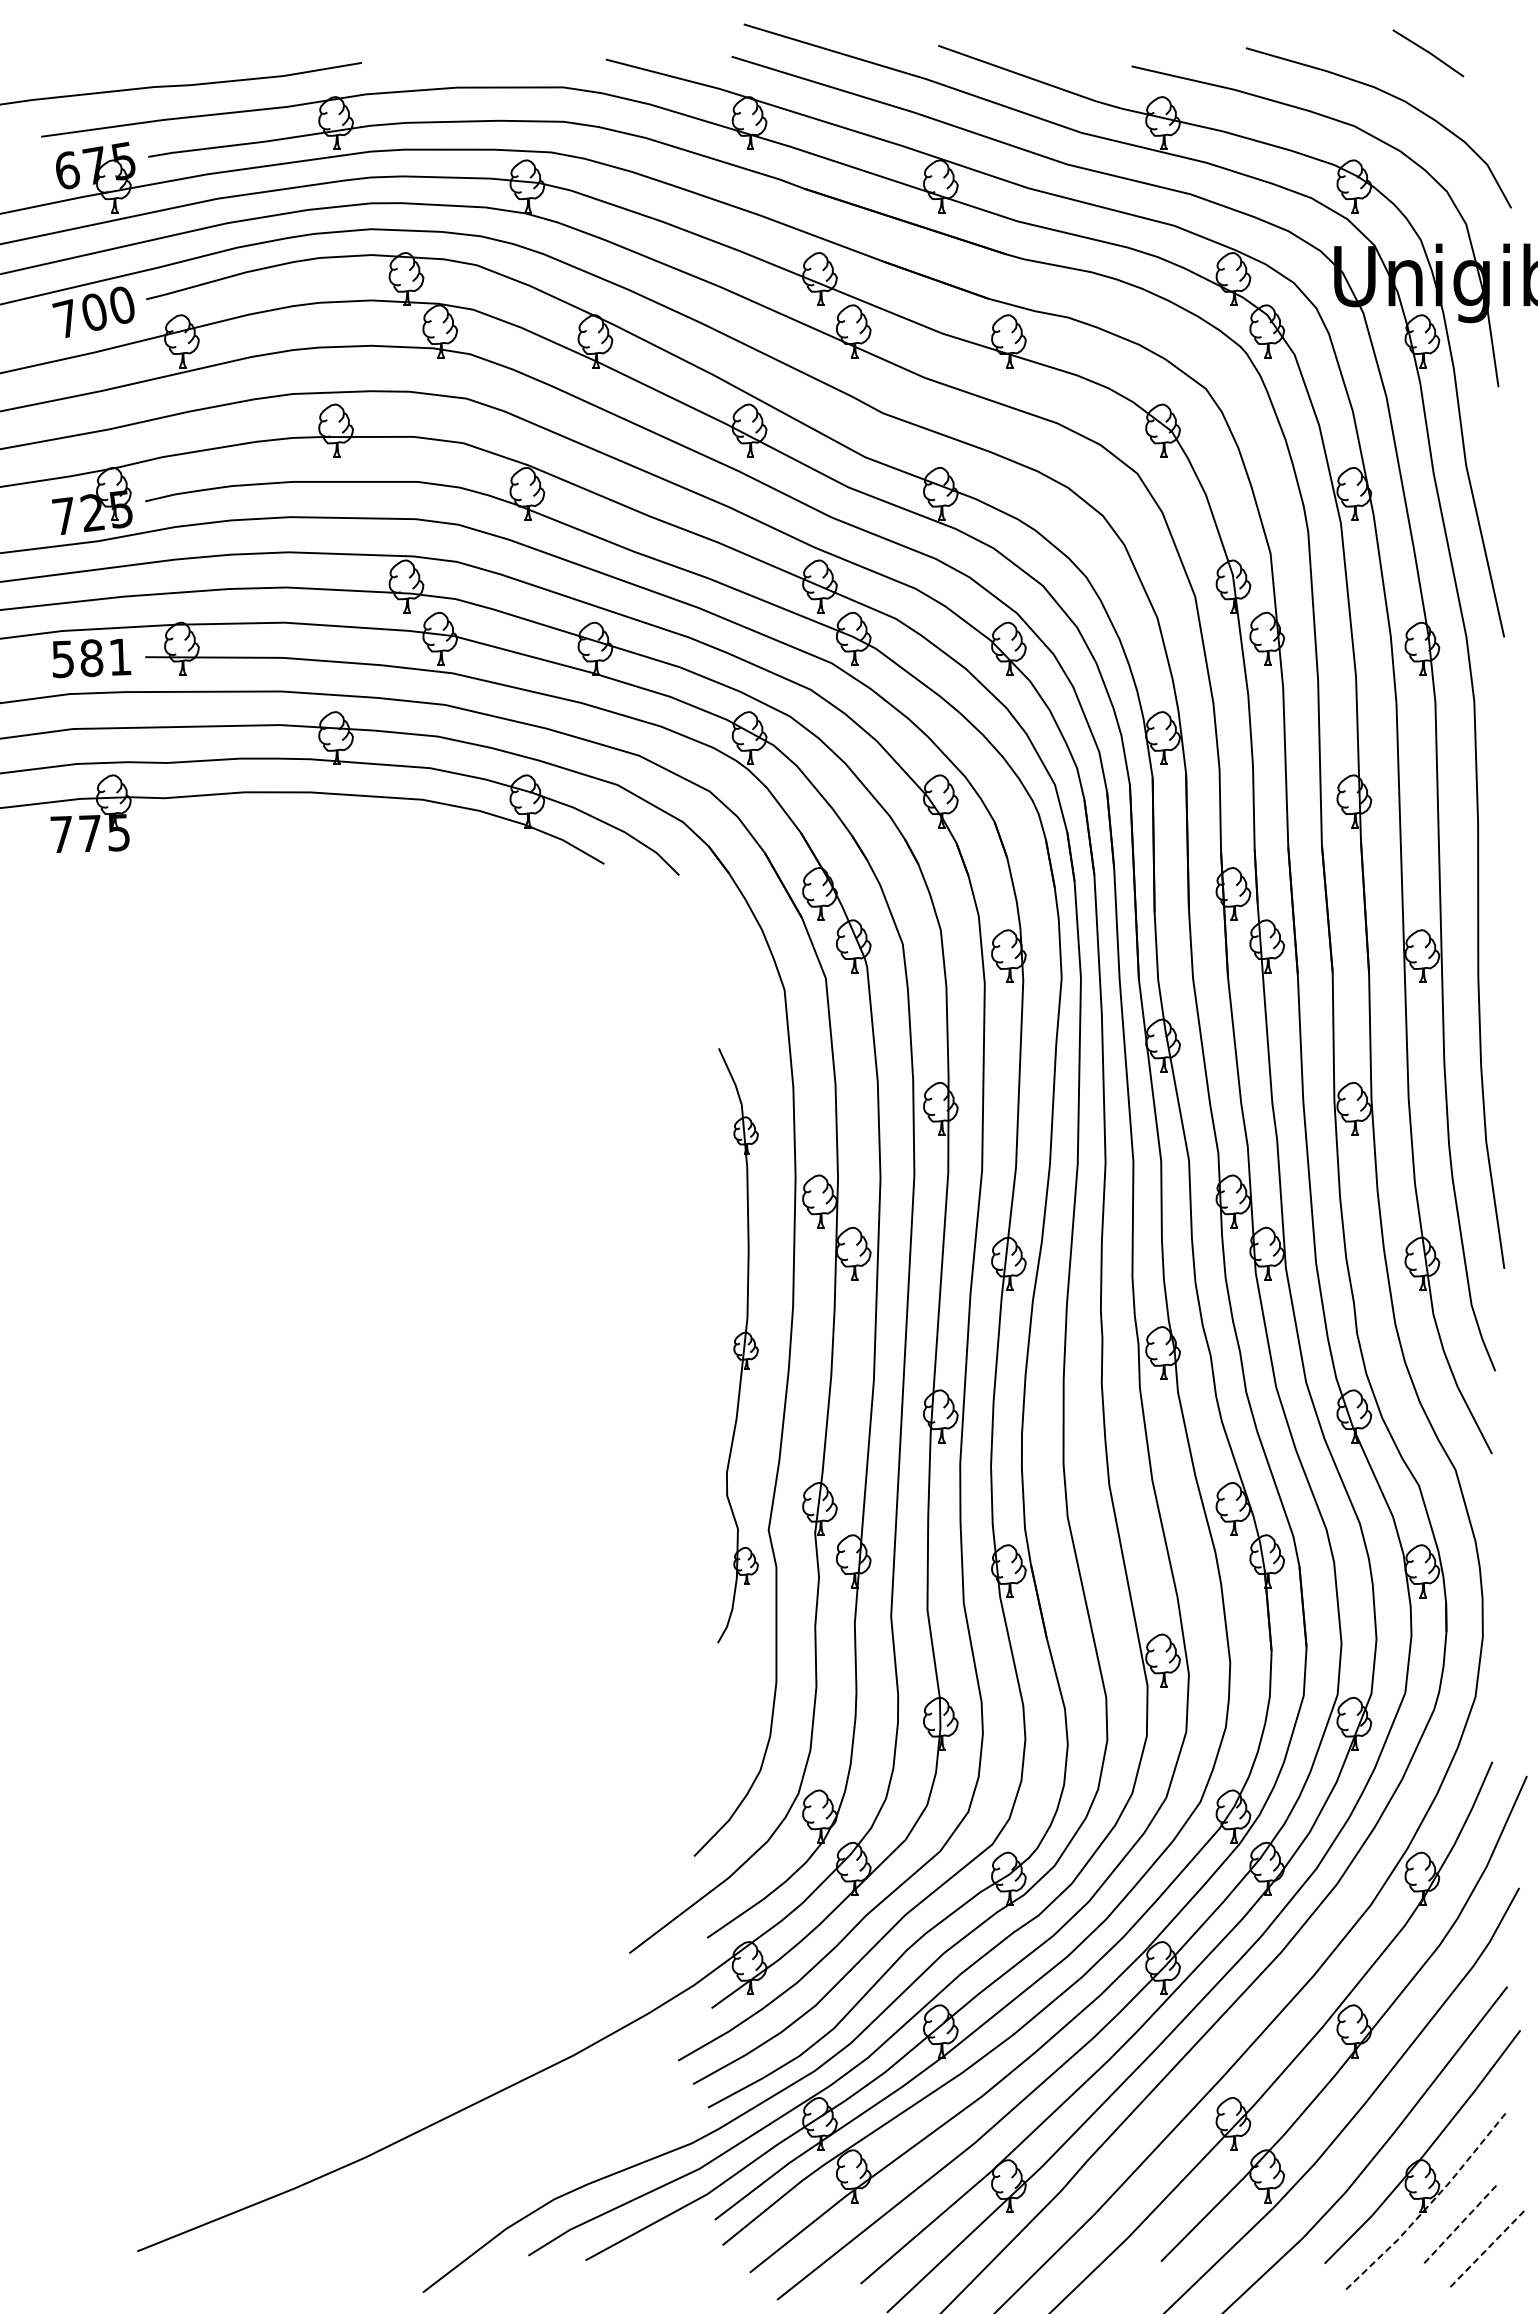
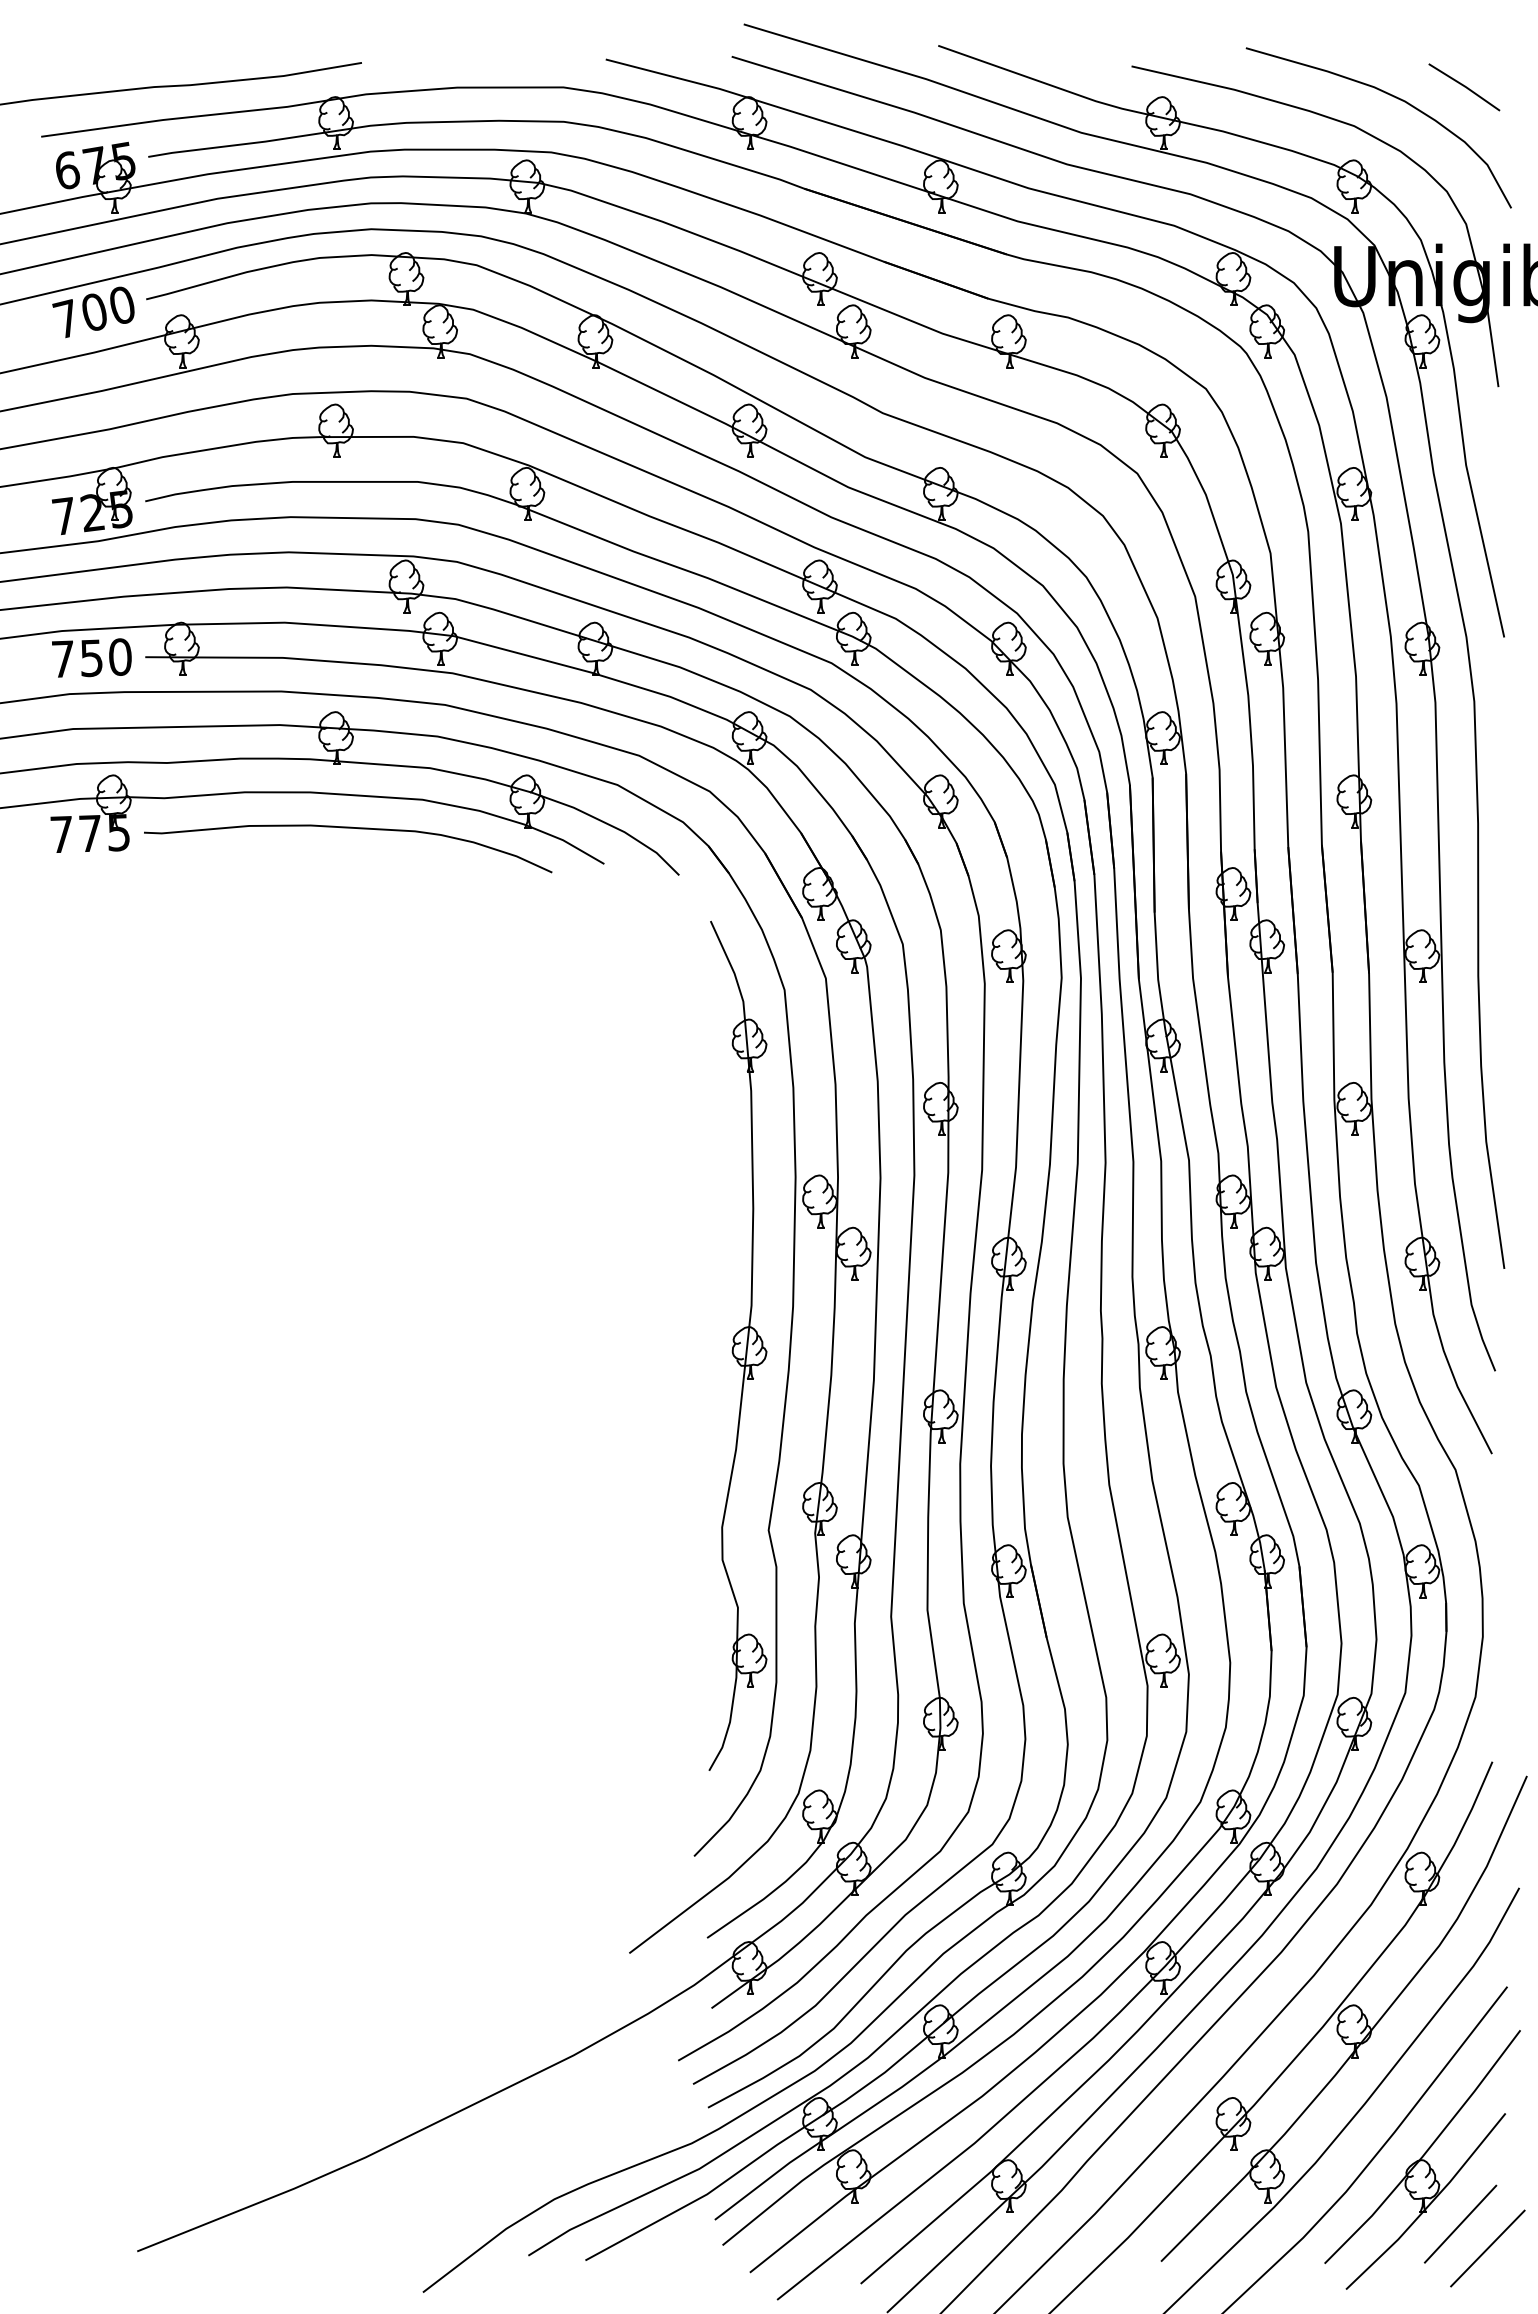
line at (1428, 53) position: (1428, 53) -> (1464, 87)
text at (91, 658): 581 -> 750
curve at (348, 828): none -> present
part at (737, 1345) size: 42x596 px -> 60x851 px
line at (1429, 2205): dashed -> solid
line at (1460, 2223): dashed -> solid
line at (1487, 2248): dashed -> solid
